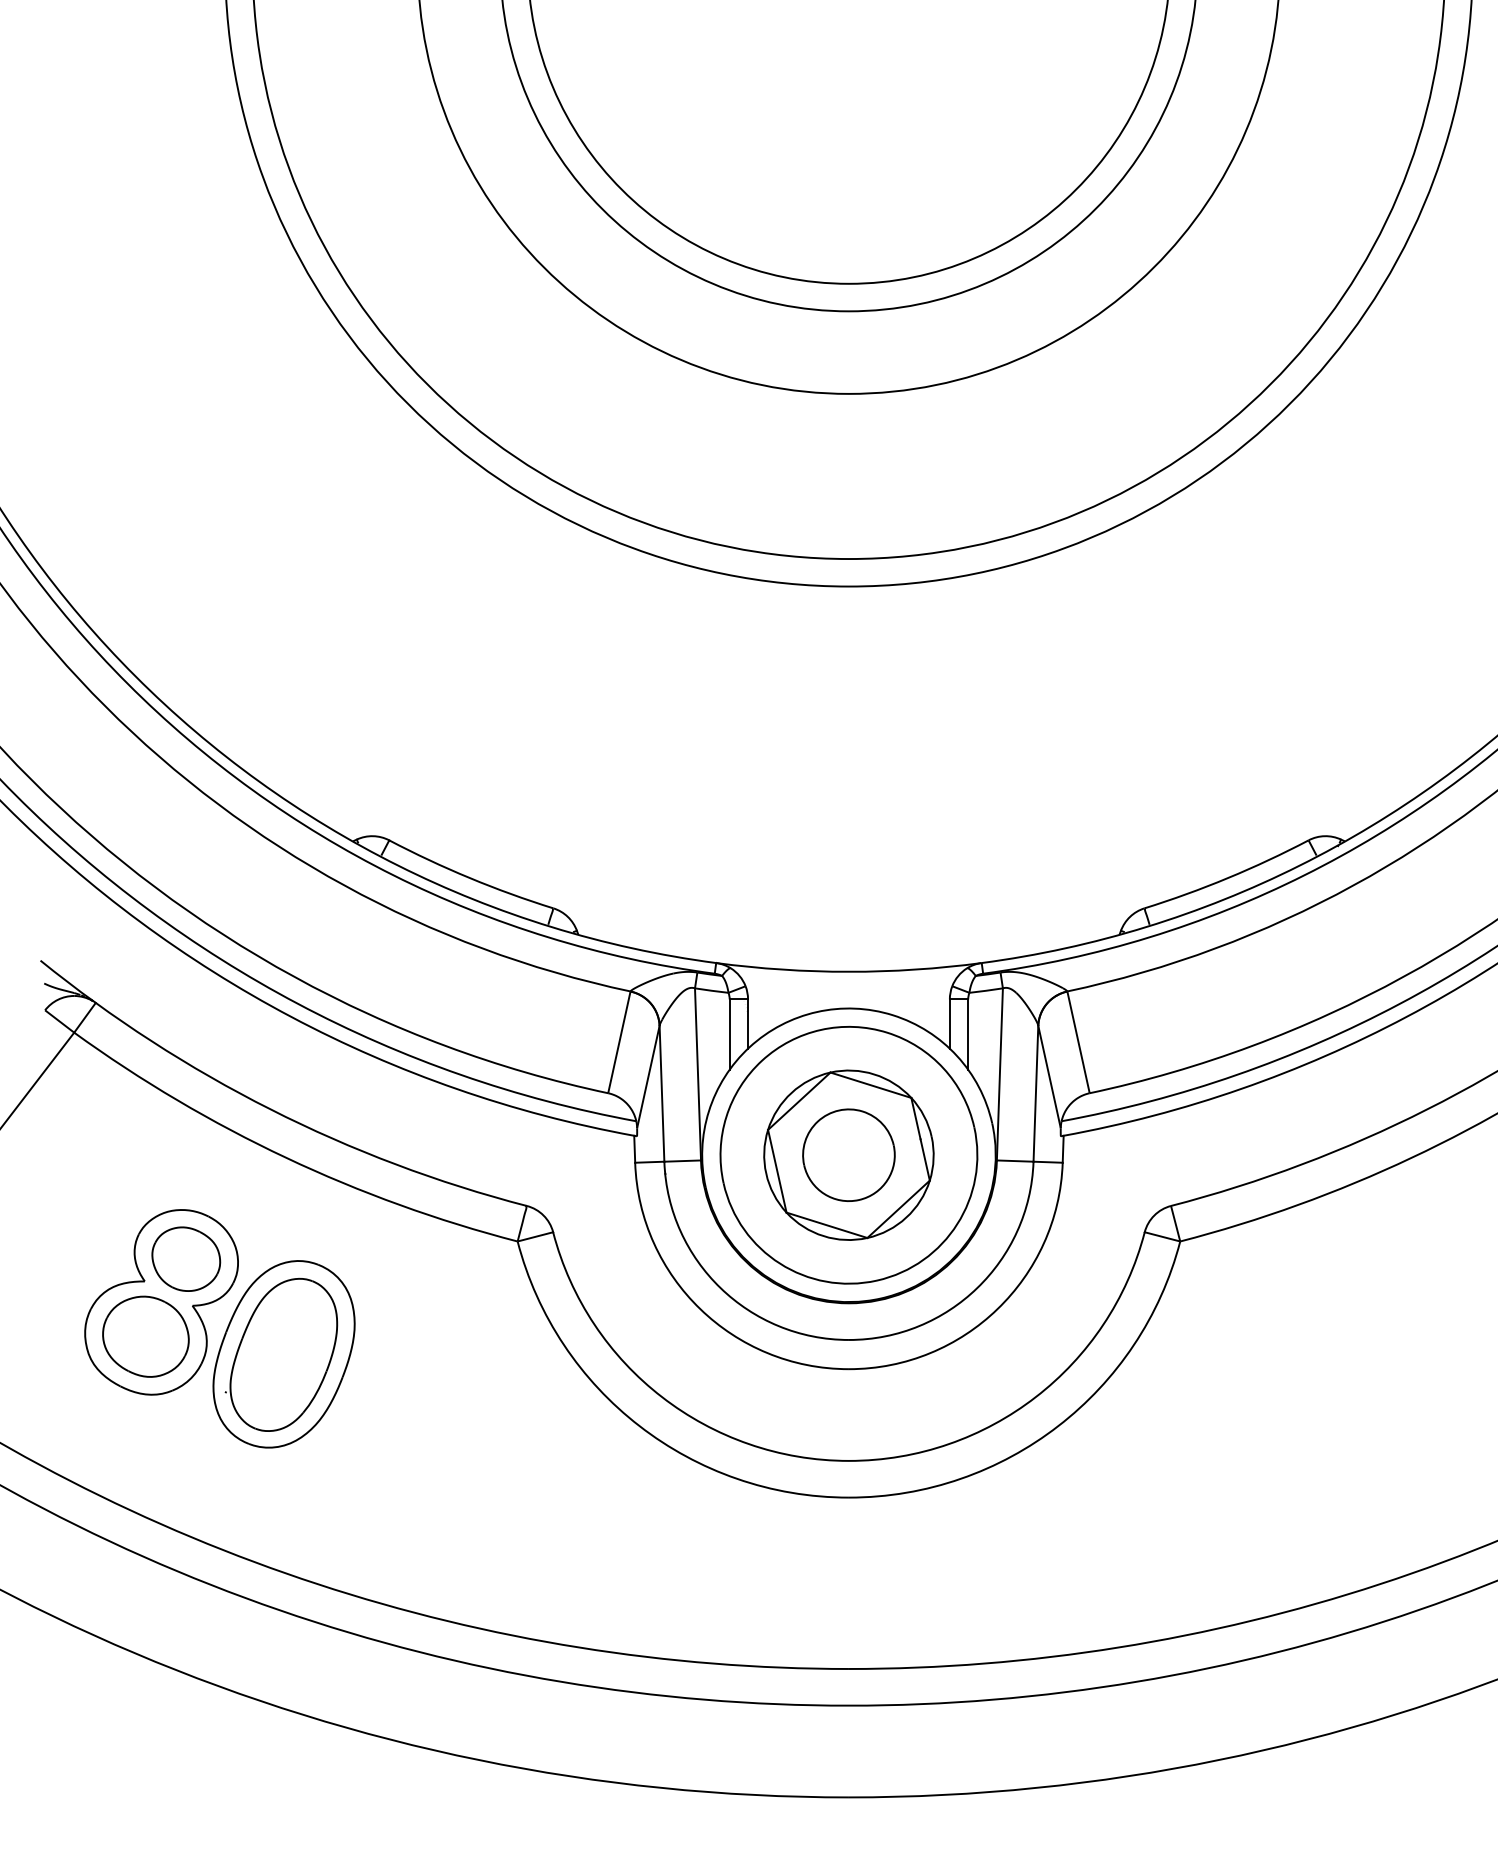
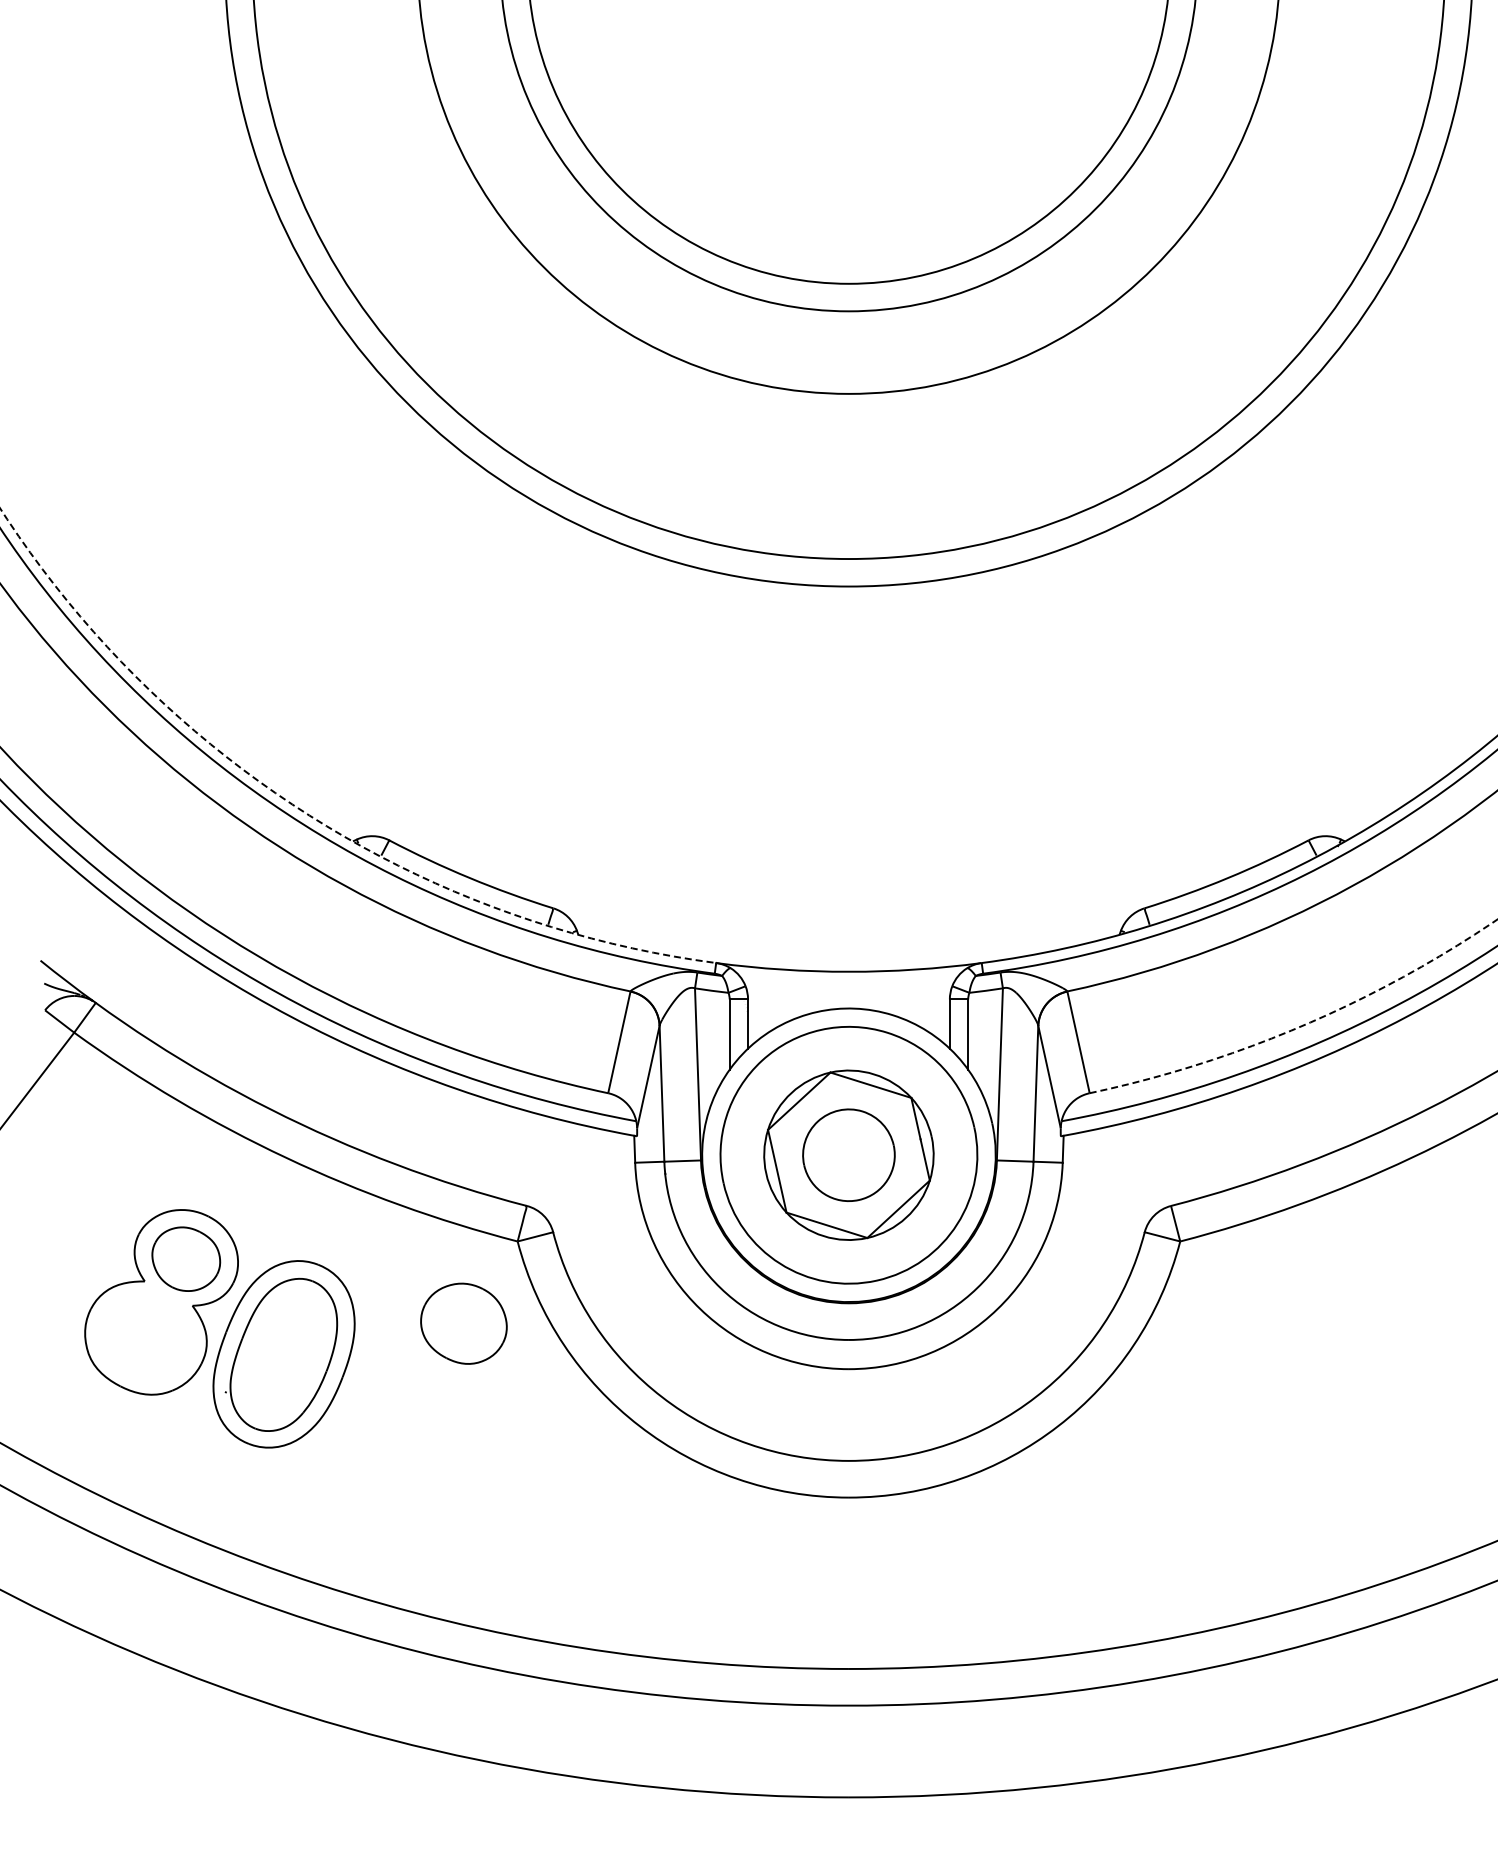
arc at (306, 813): solid -> dashed
arc at (1301, 1026): solid -> dashed
part at (145, 1336) position: (145, 1336) -> (463, 1323)
